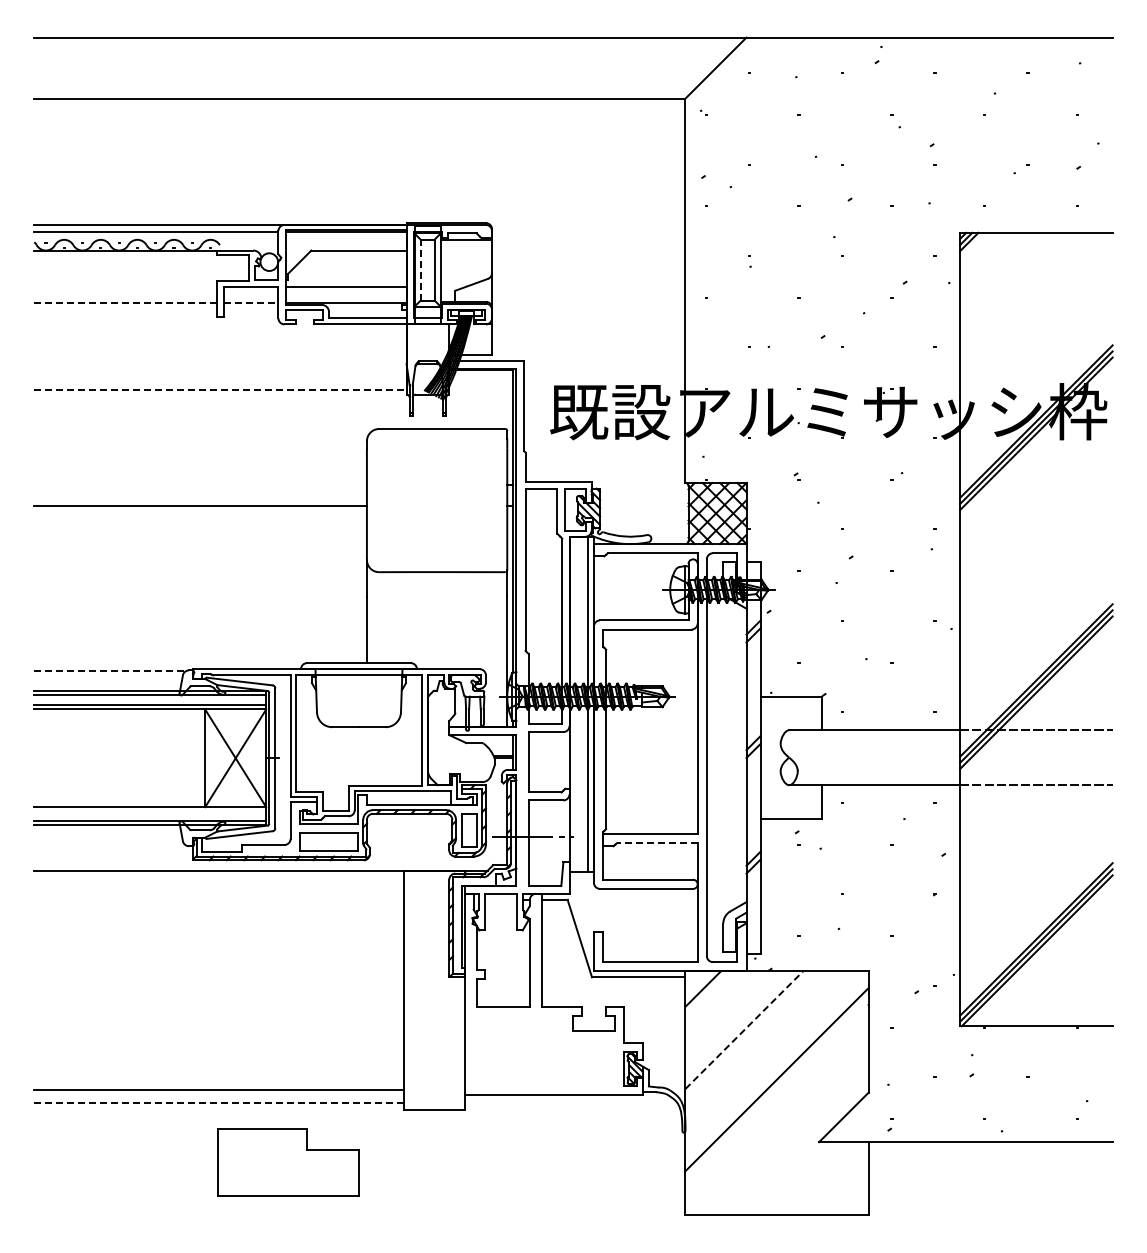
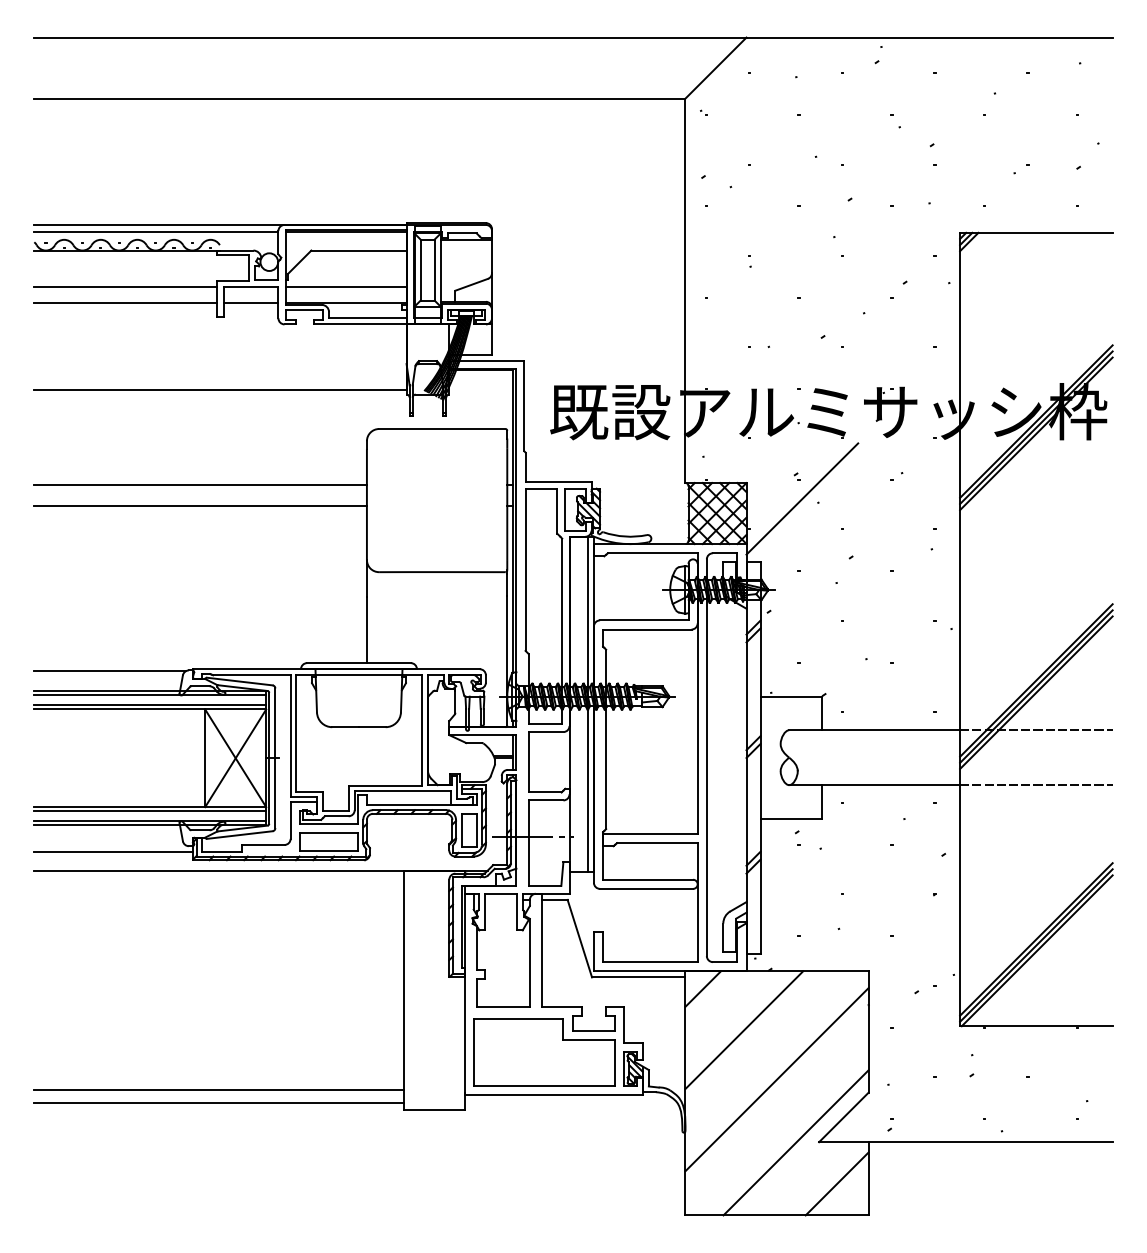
line at (420, 270): dashed -> solid
line at (125, 286): none -> present
line at (125, 303): dashed -> solid
line at (251, 303): dashed -> solid
line at (220, 389): dashed -> solid
line at (200, 484): none -> present
line at (802, 498): none -> present
line at (110, 671): dashed -> solid
line at (150, 811): none -> present
line at (656, 843): dashed -> solid
line at (113, 851): none -> present
line at (744, 1029): dashed -> solid
line at (218, 1102): dashed -> solid
line at (795, 1142): none -> present
part at (288, 1162) position: (288, 1162) -> (544, 1052)
line at (836, 1183): none -> present
